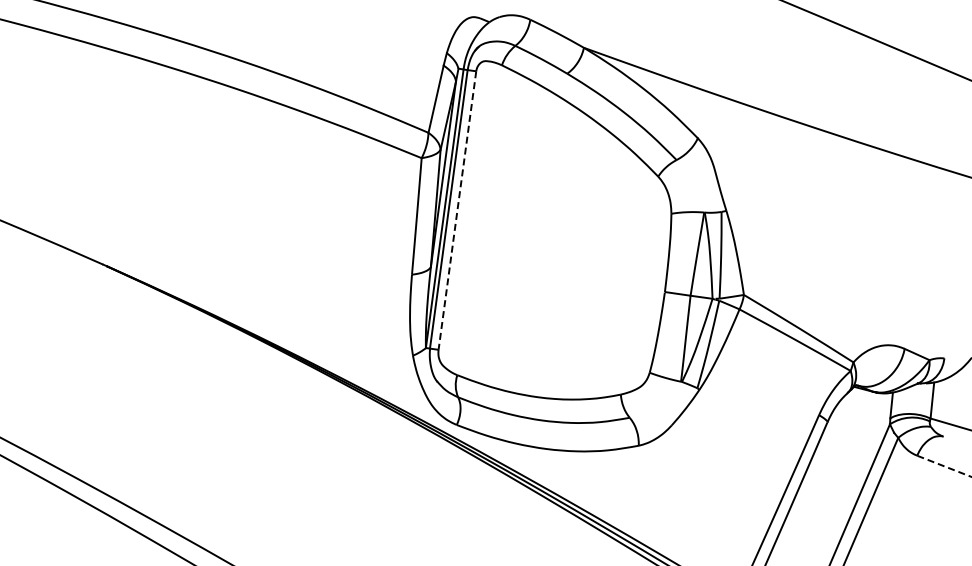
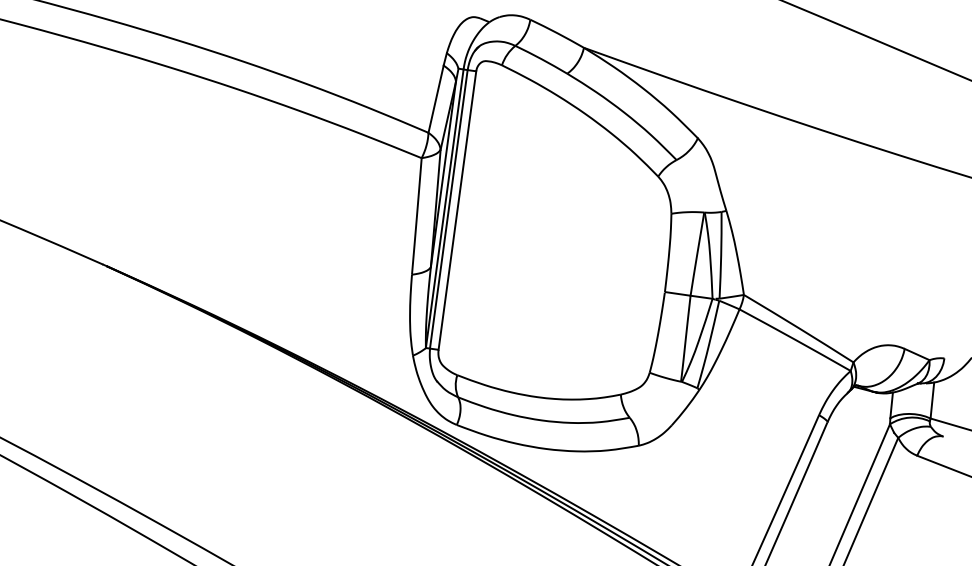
line at (457, 210): dashed -> solid
line at (944, 466): dashed -> solid
